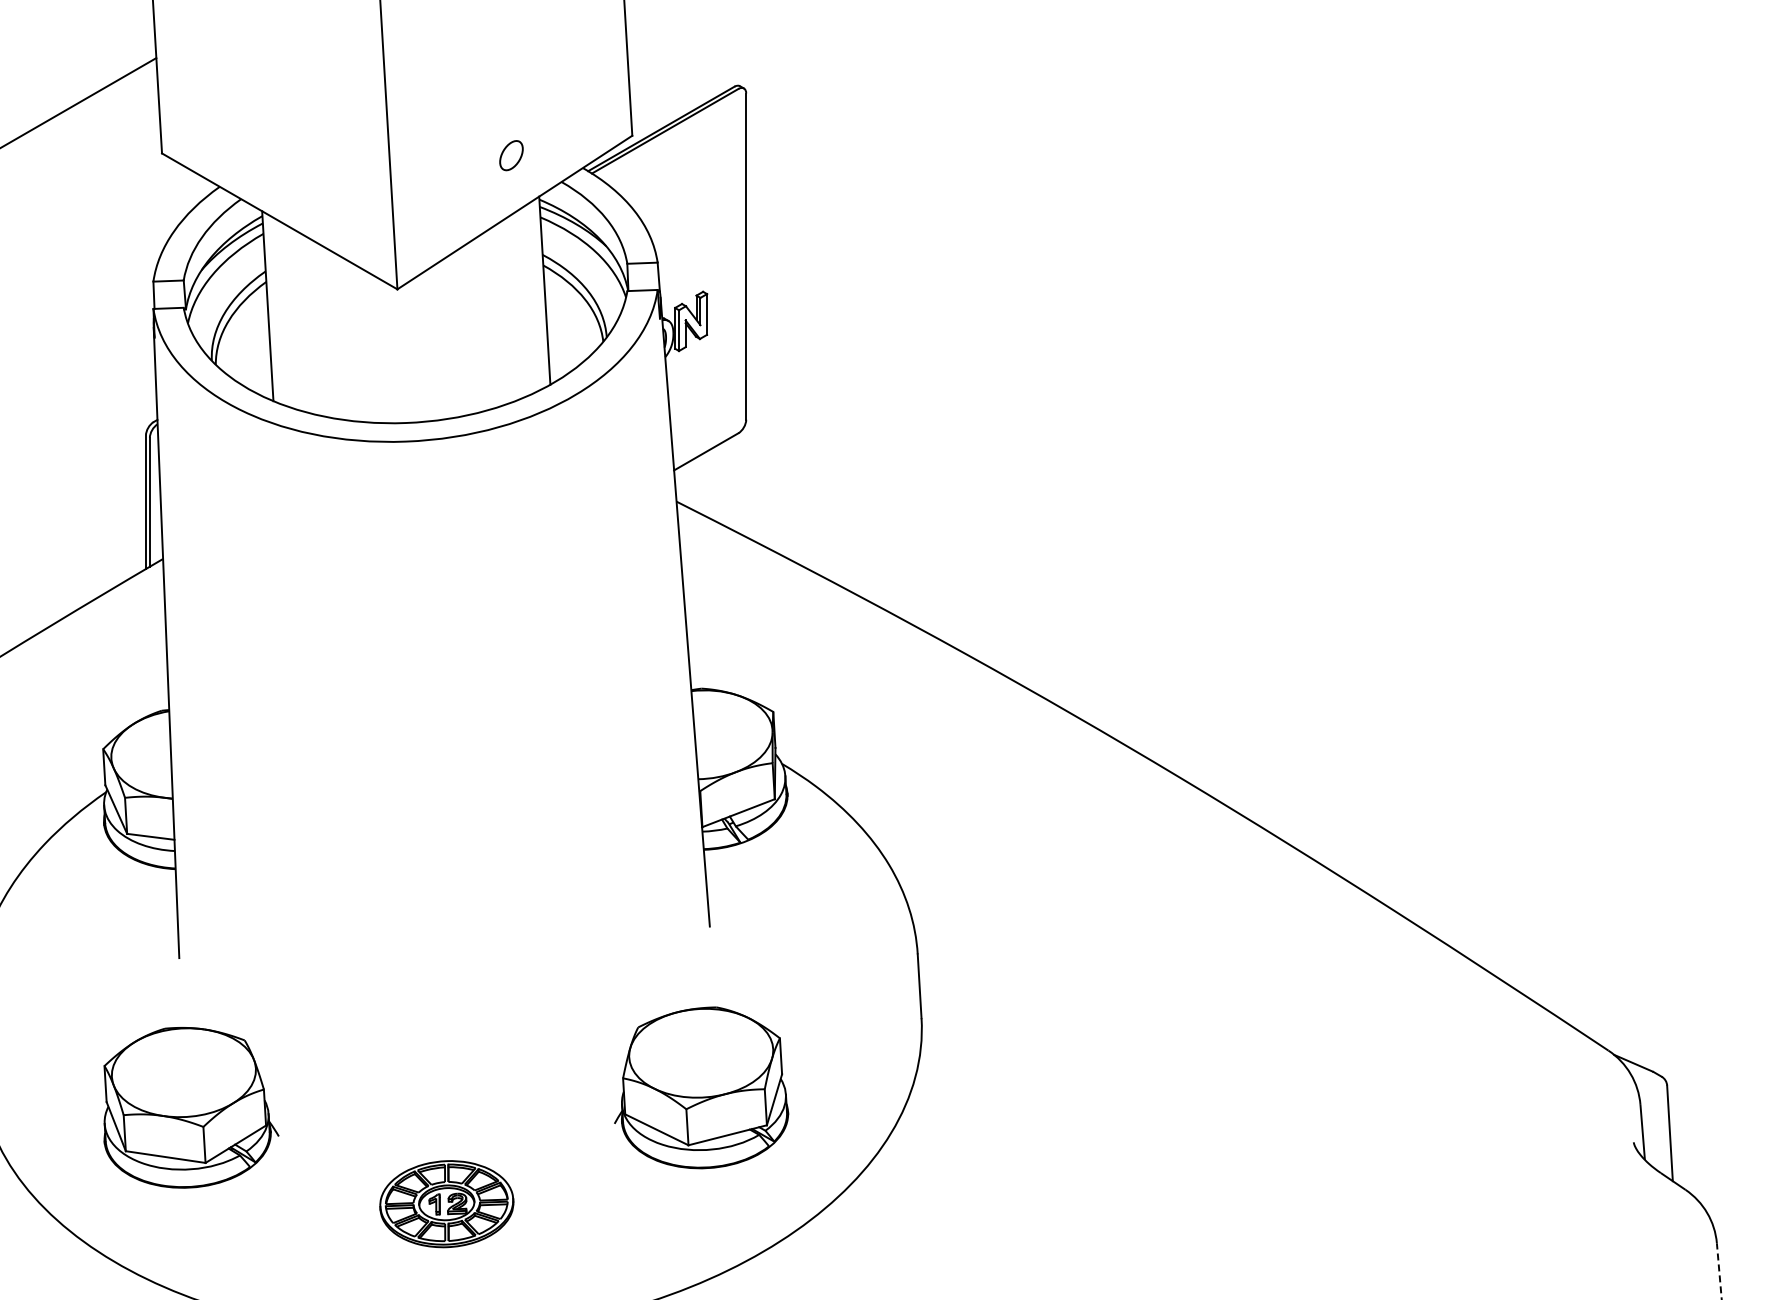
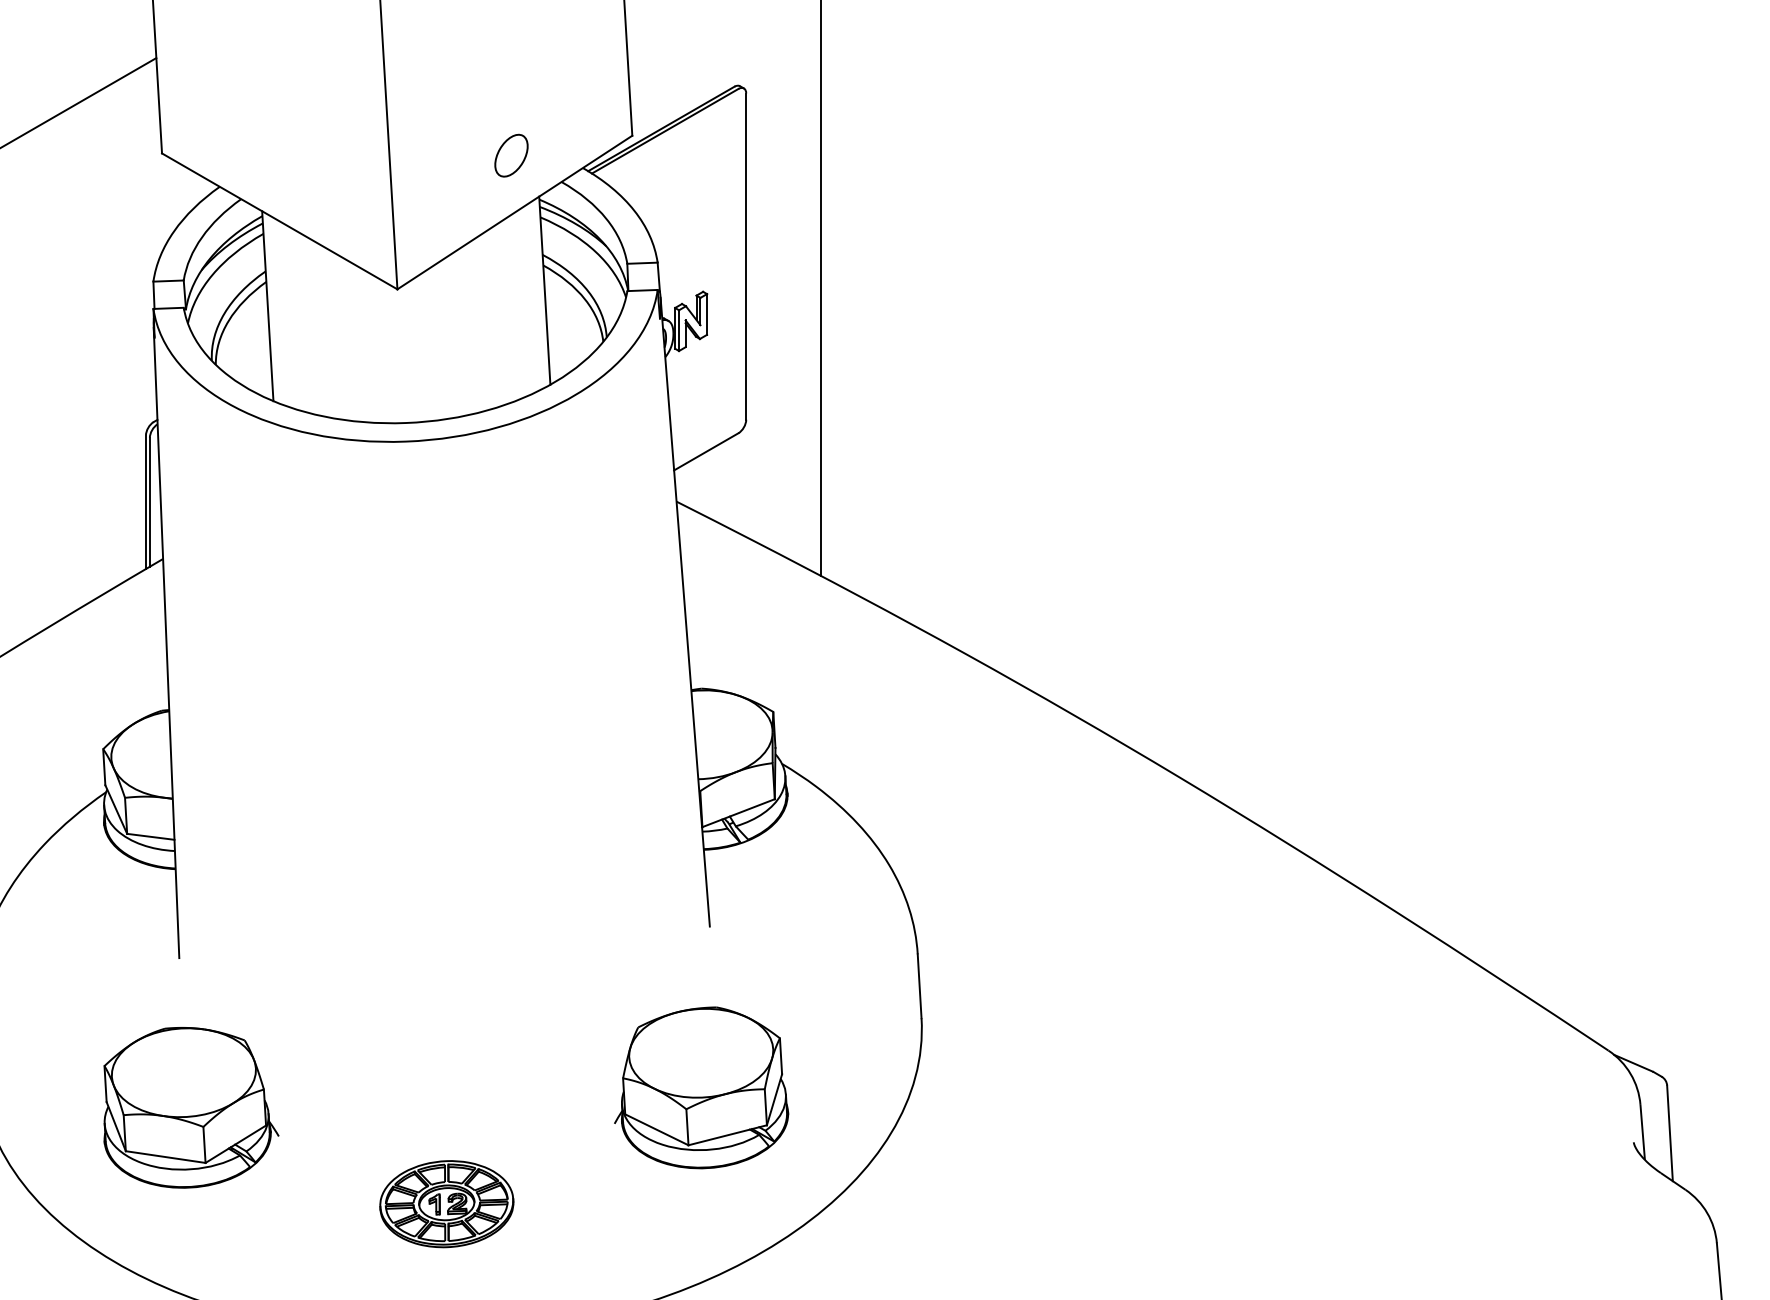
part at (511, 155) size: 25x32 px -> 35x45 px
line at (820, 288): none -> present
line at (1719, 1270): dashed -> solid
